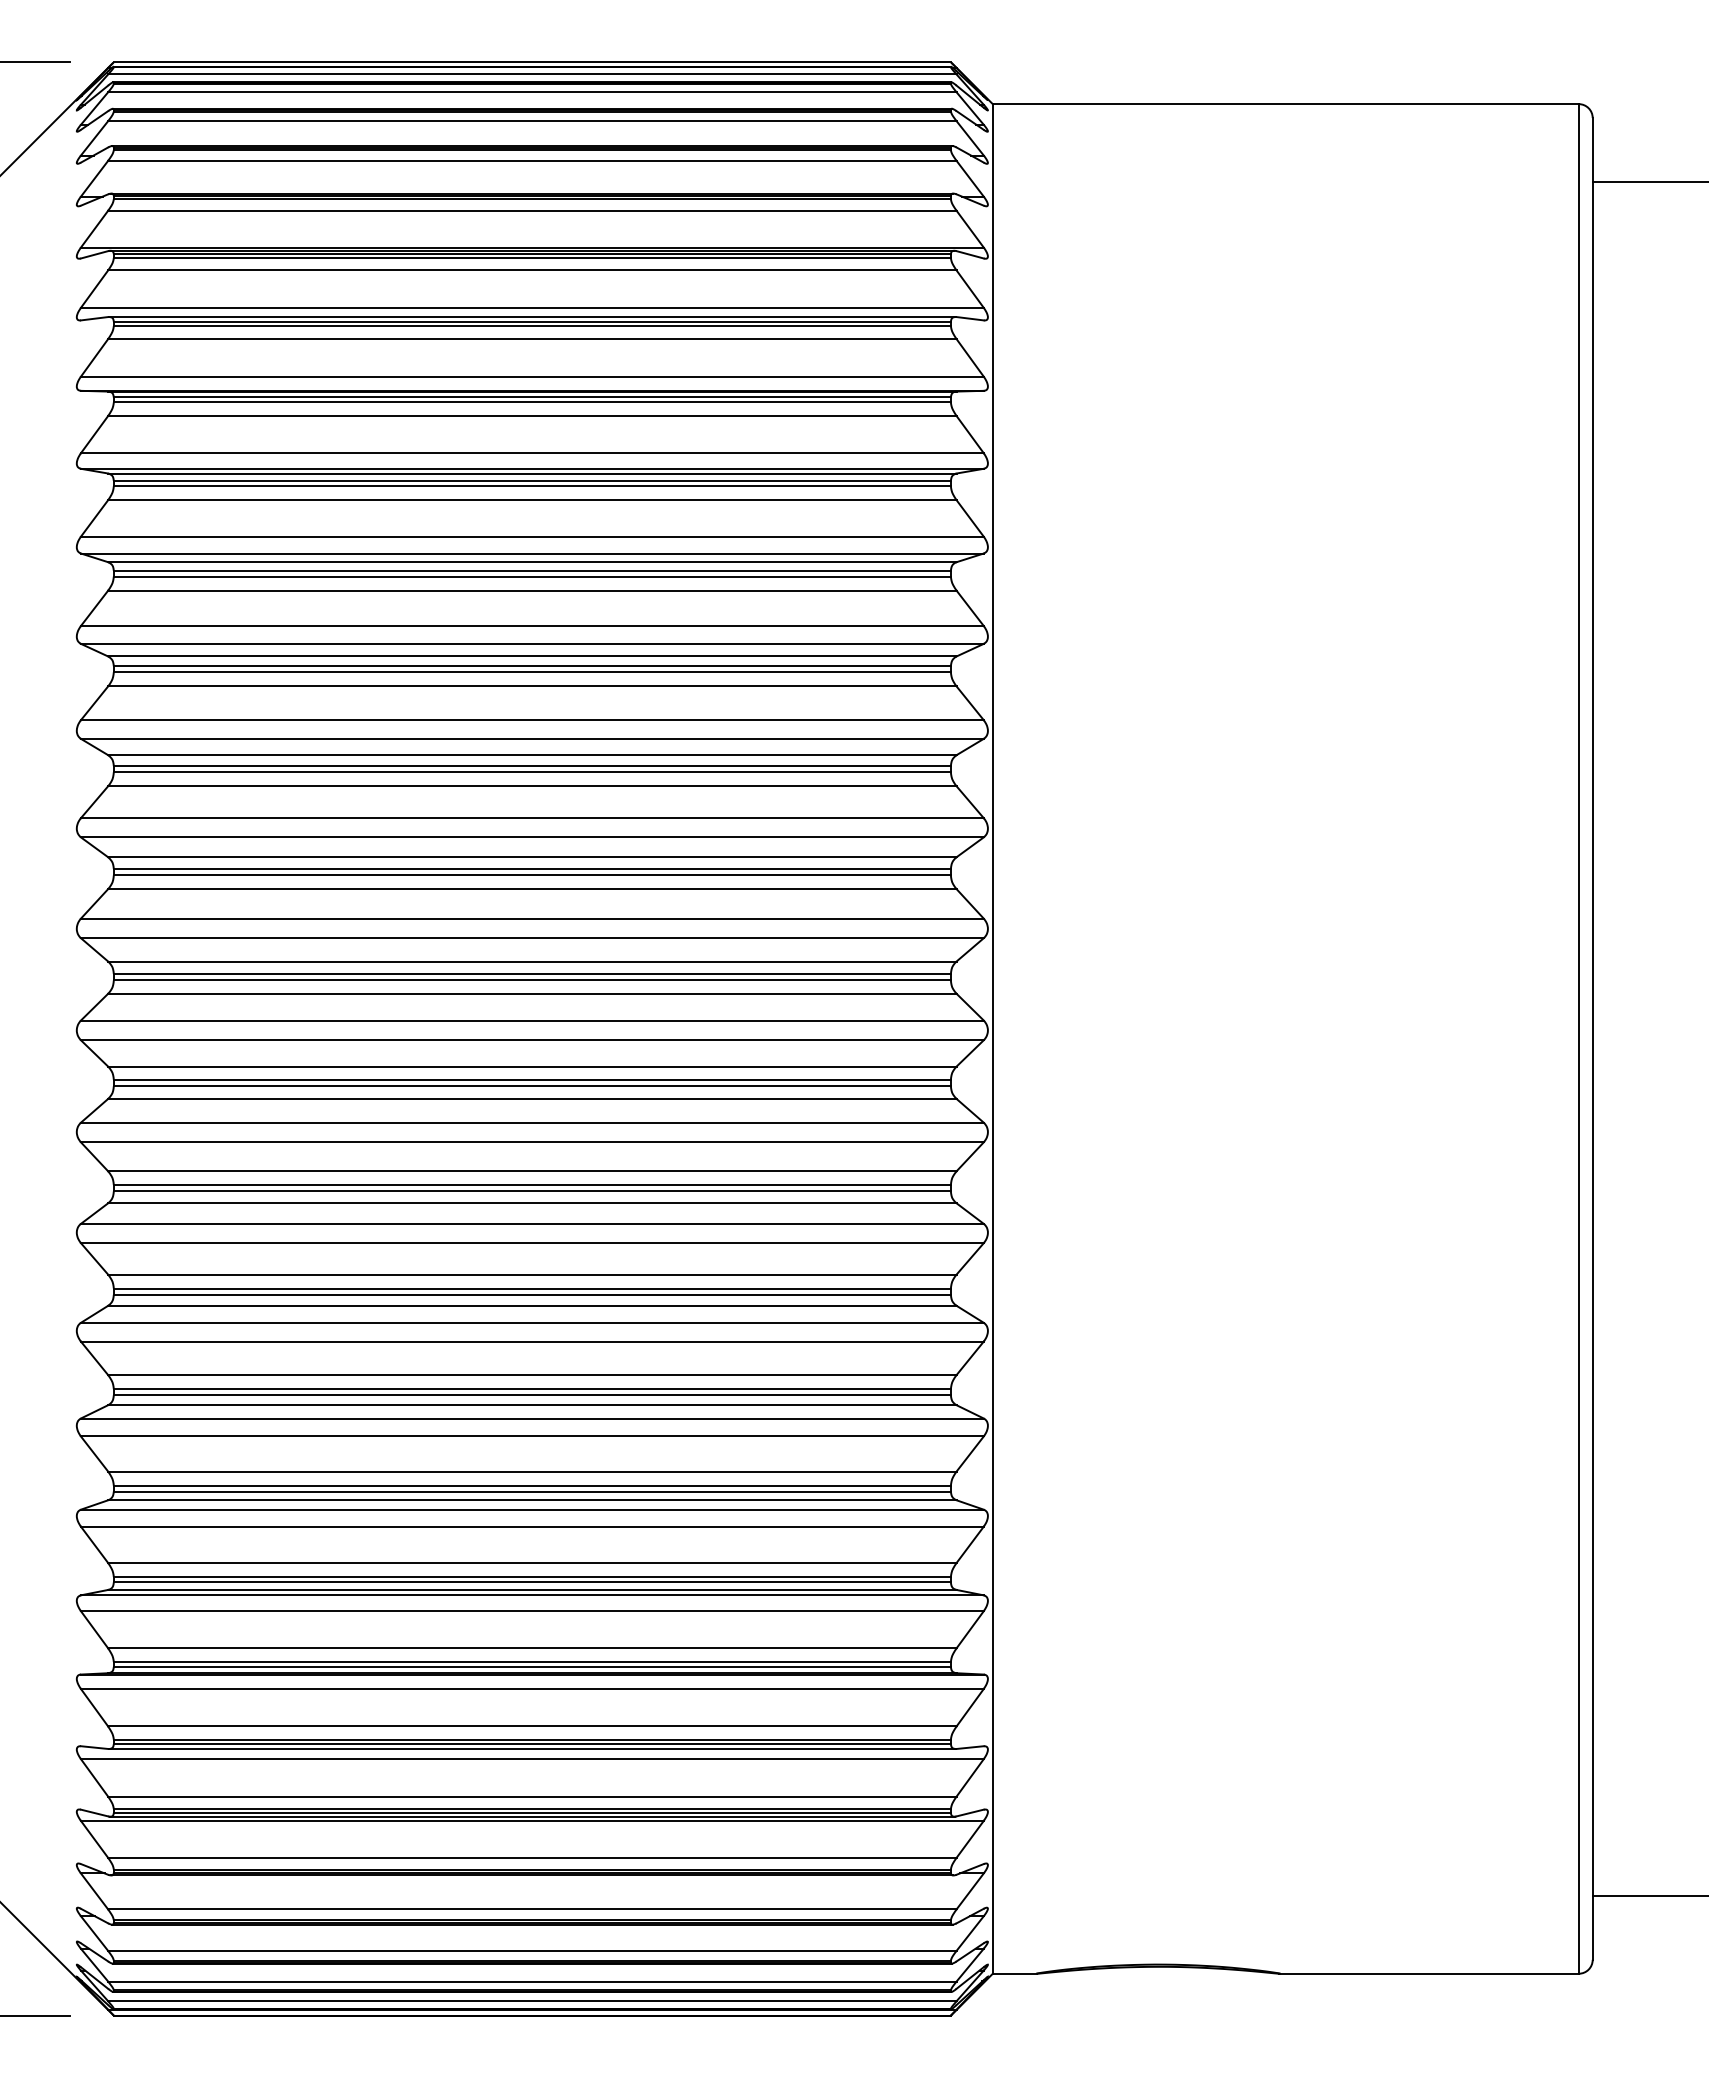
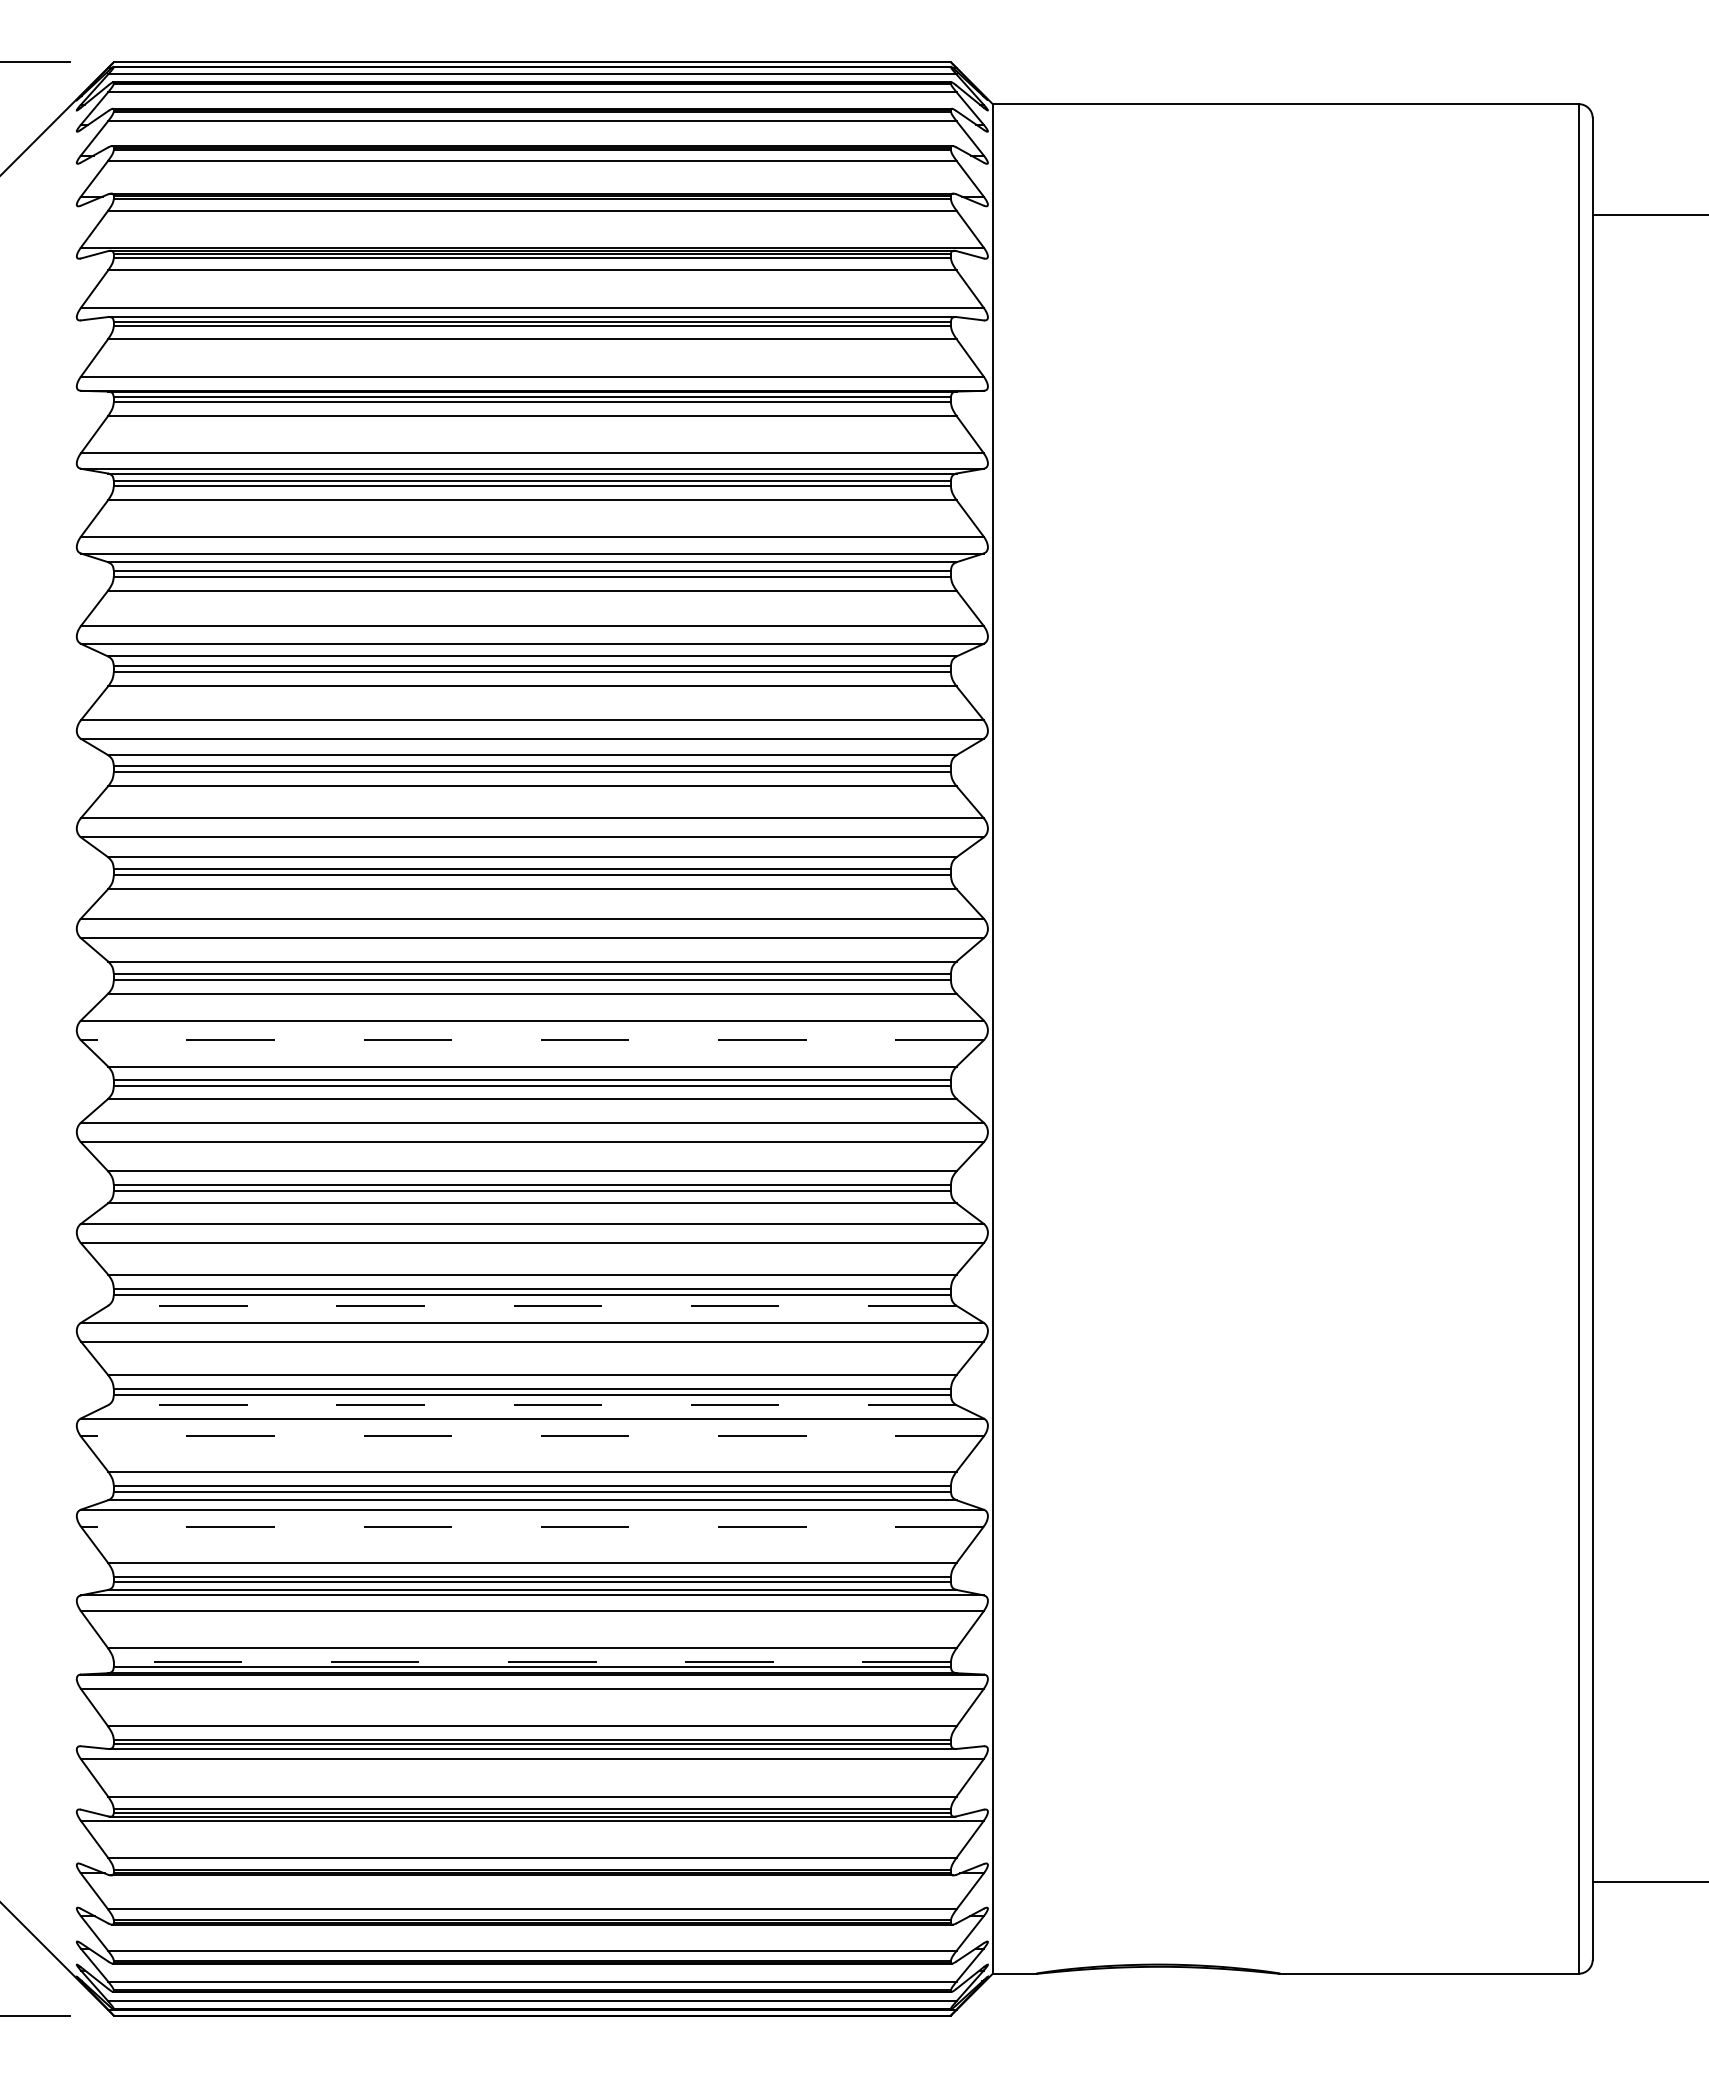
line at (1648, 182) position: (1648, 182) -> (1648, 215)
line at (531, 1040): solid -> dashed
line at (531, 1305): solid -> dashed
line at (531, 1405): solid -> dashed
line at (531, 1436): solid -> dashed
line at (531, 1526): solid -> dashed
line at (532, 1661): solid -> dashed
line at (1648, 1895) position: (1648, 1895) -> (1648, 1881)
